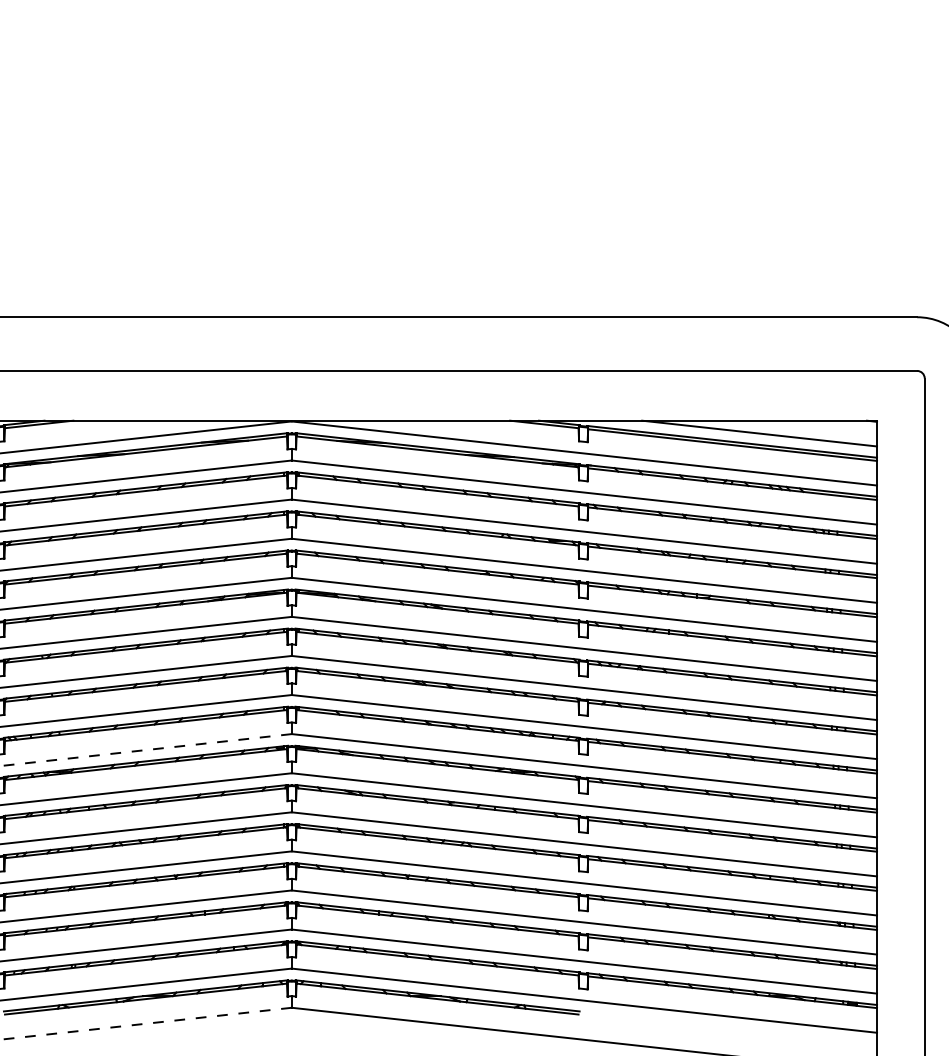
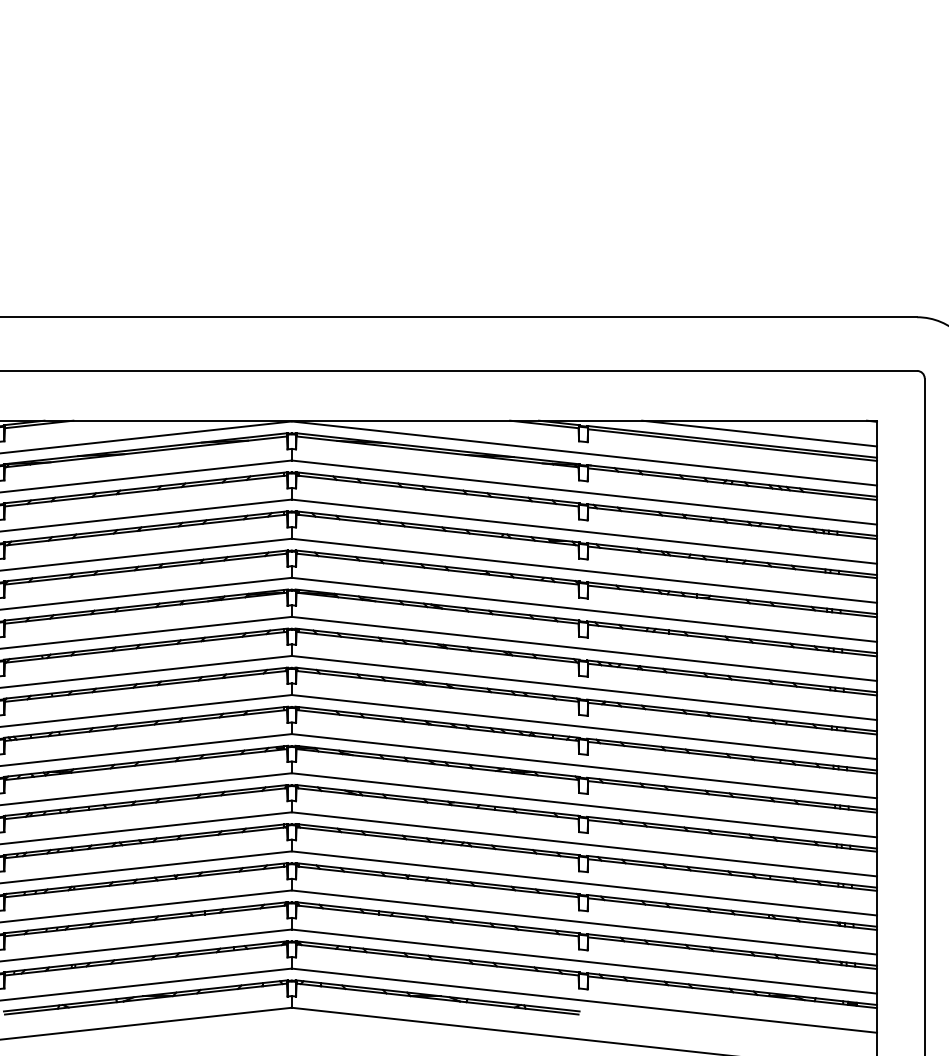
line at (145, 750): dashed -> solid
line at (145, 1023): dashed -> solid
